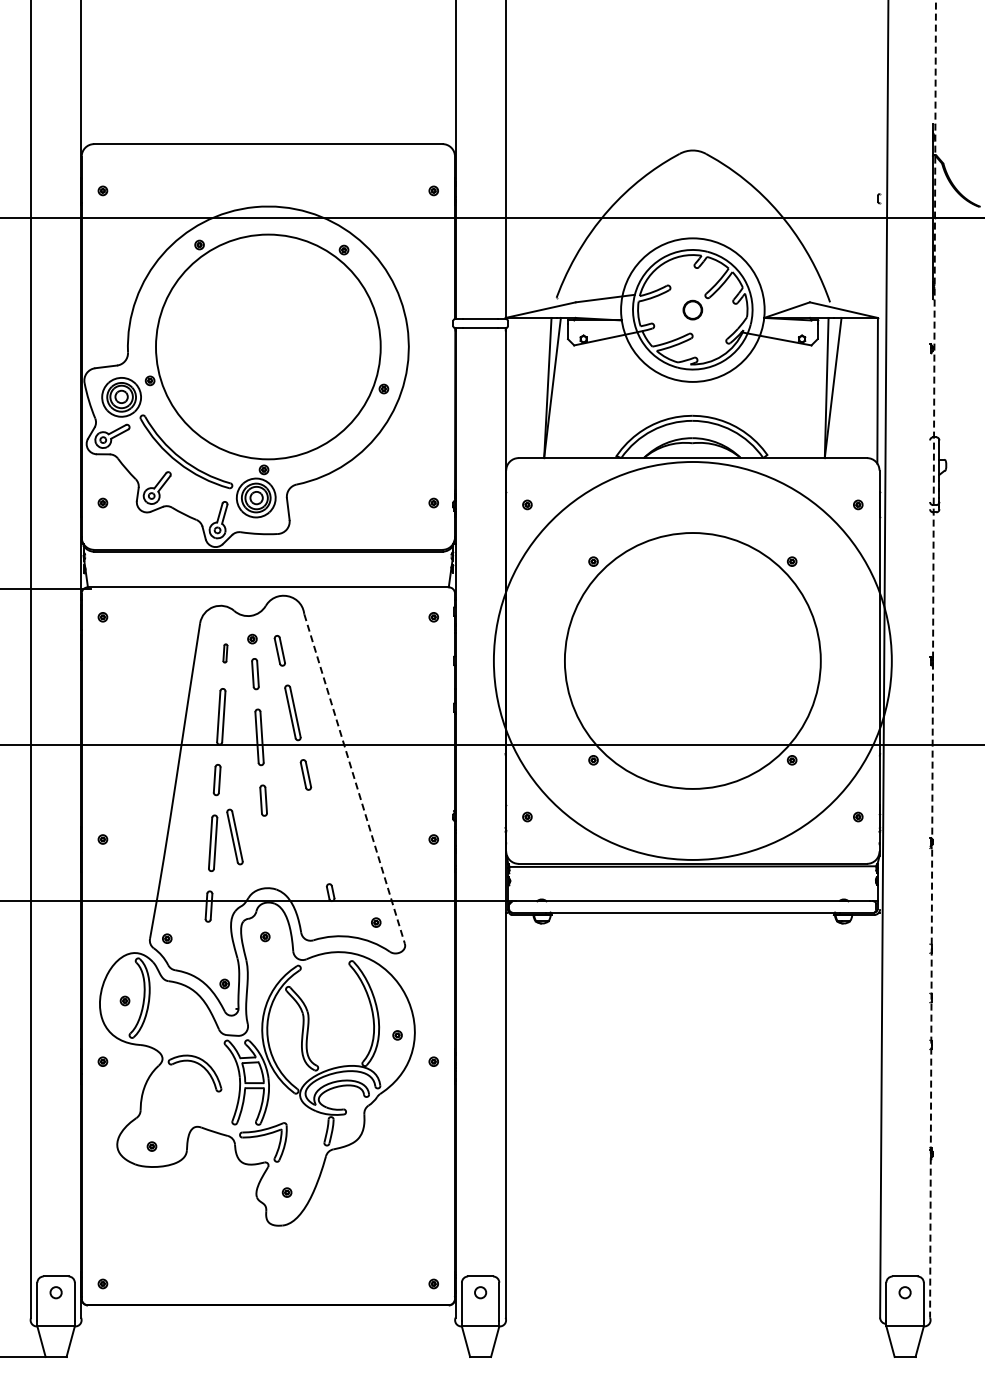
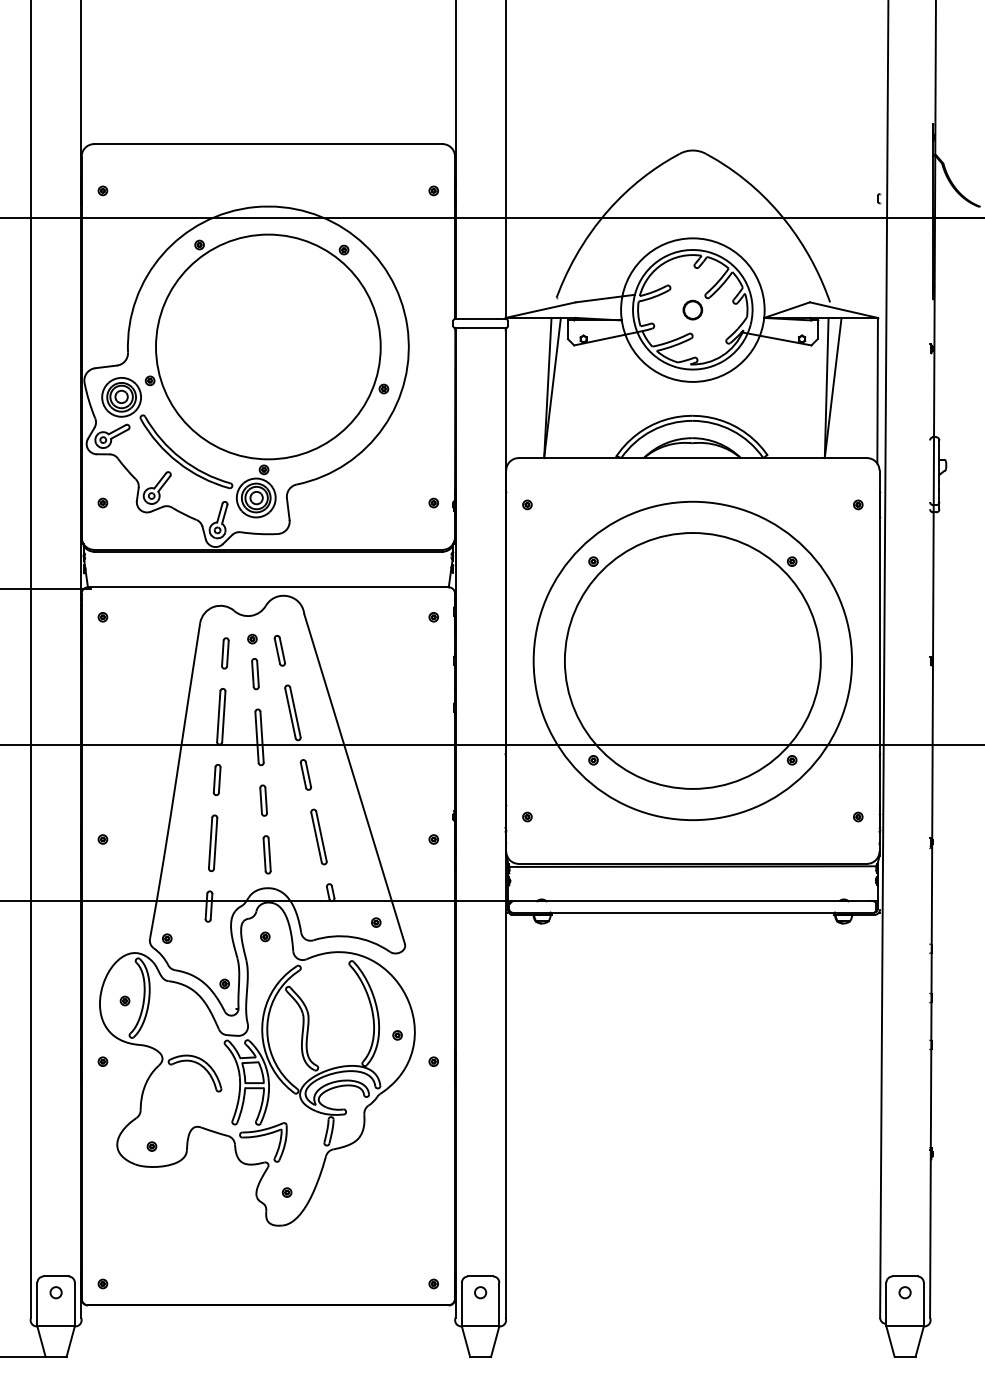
part at (225, 653) size: 7x21 px -> 9x33 px
line at (933, 659): dashed -> solid
circle at (692, 660) diameter: 398 px -> 318 px
line at (354, 779): dashed -> solid
part at (234, 836) position: (234, 836) -> (318, 836)
part at (266, 854): none -> present
